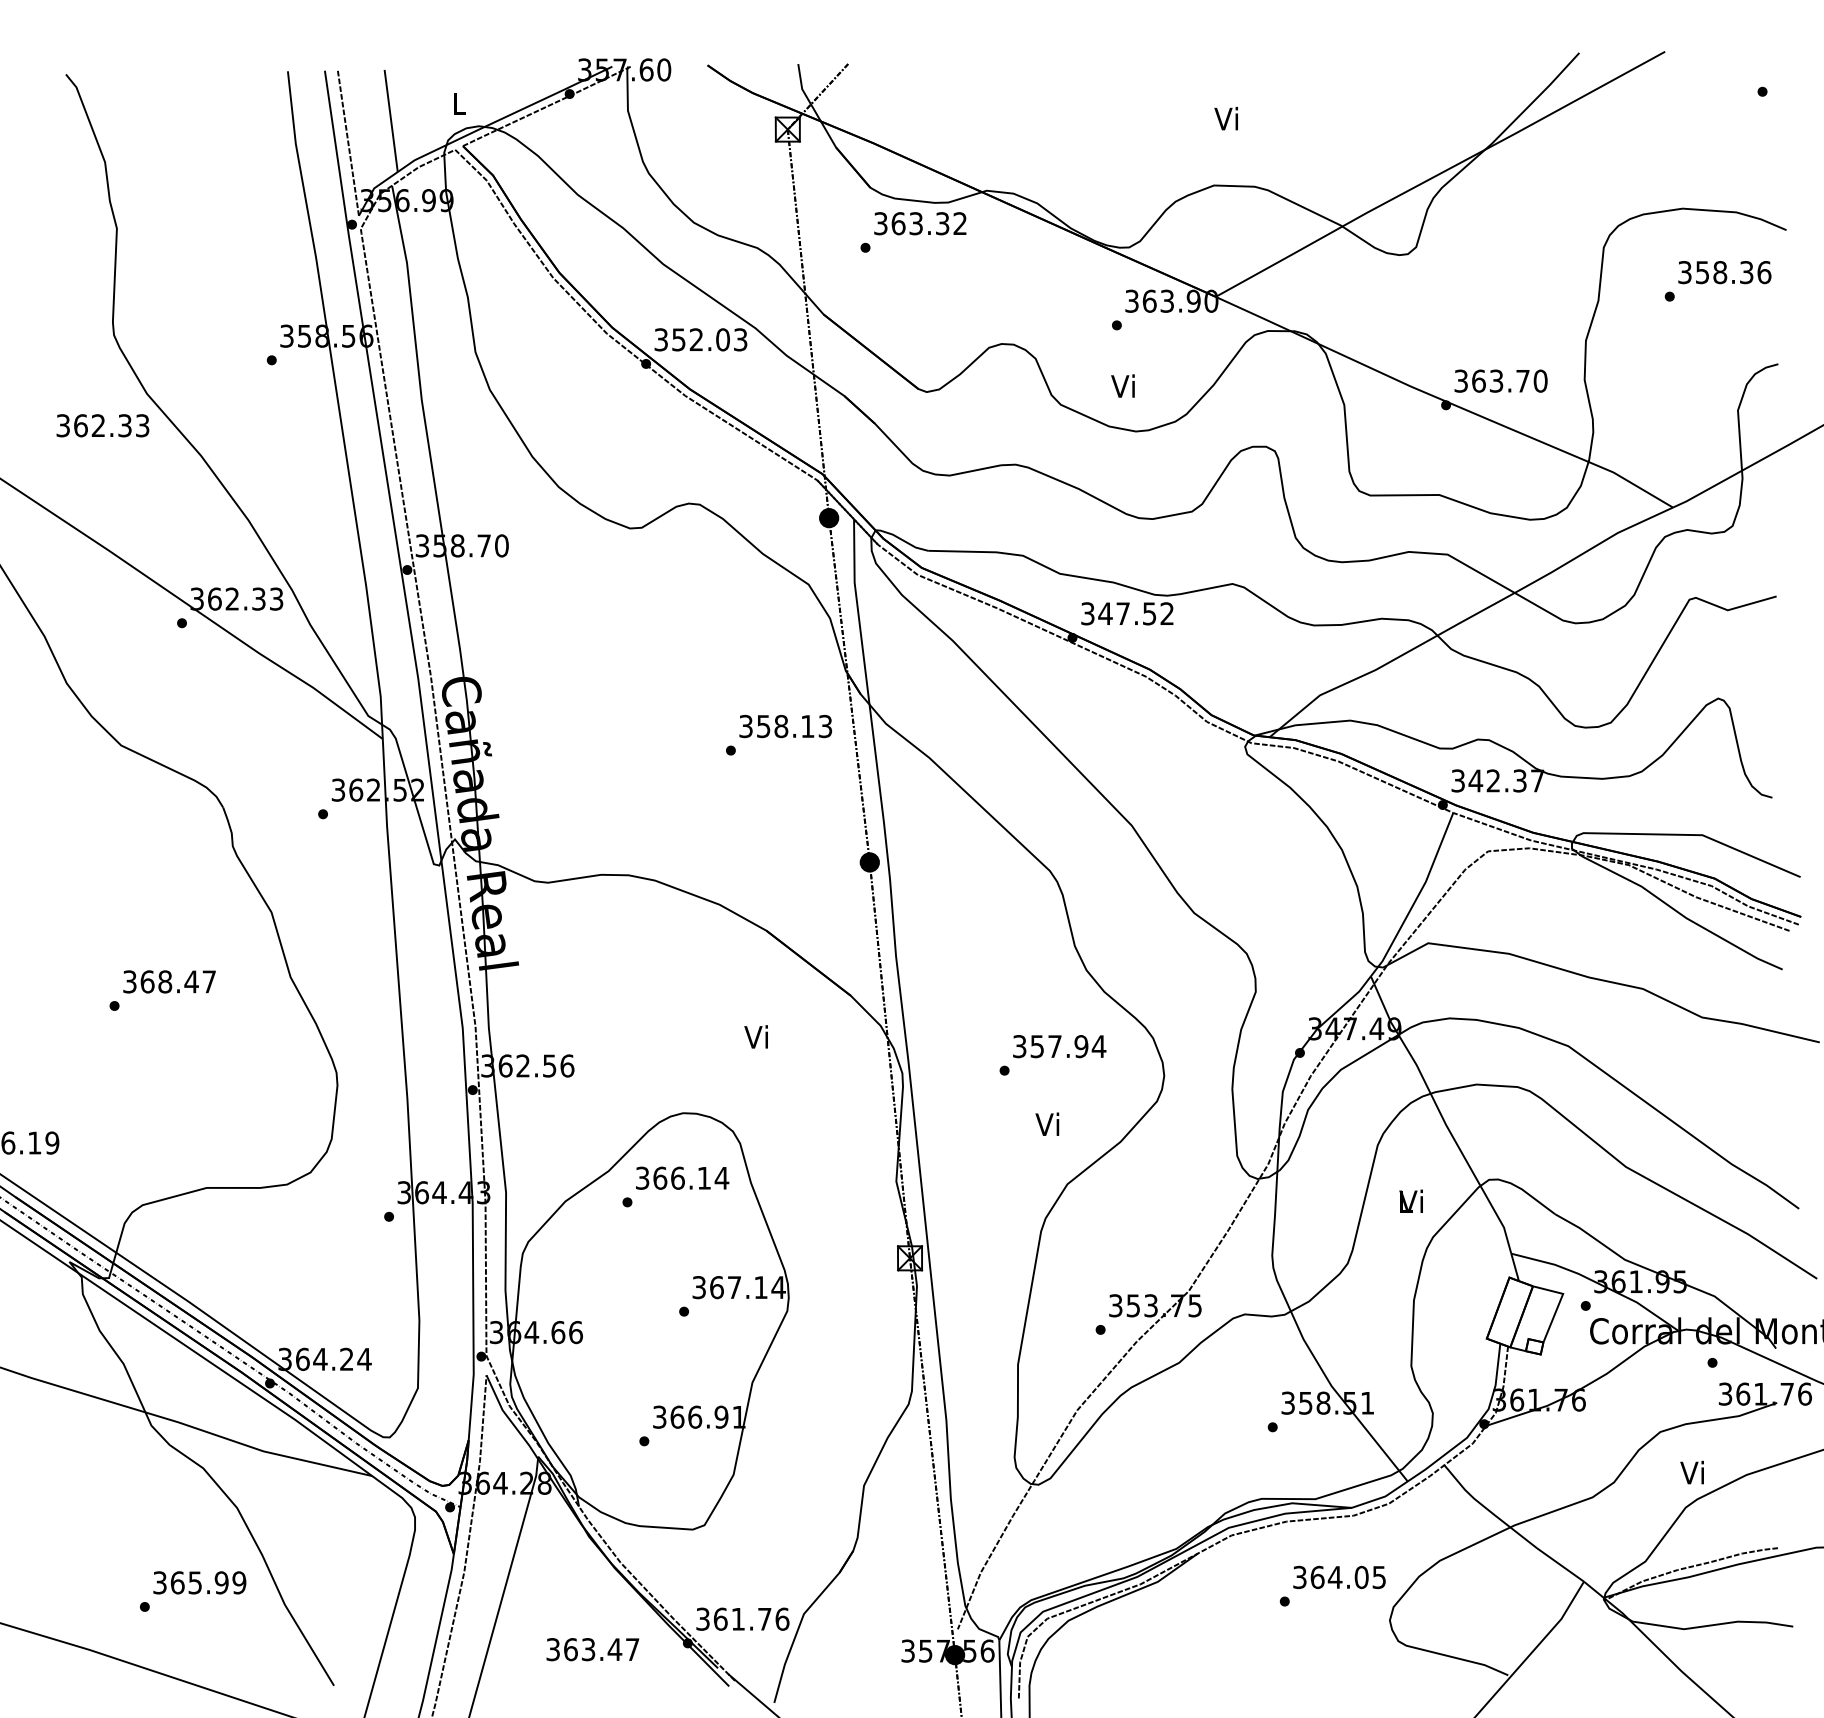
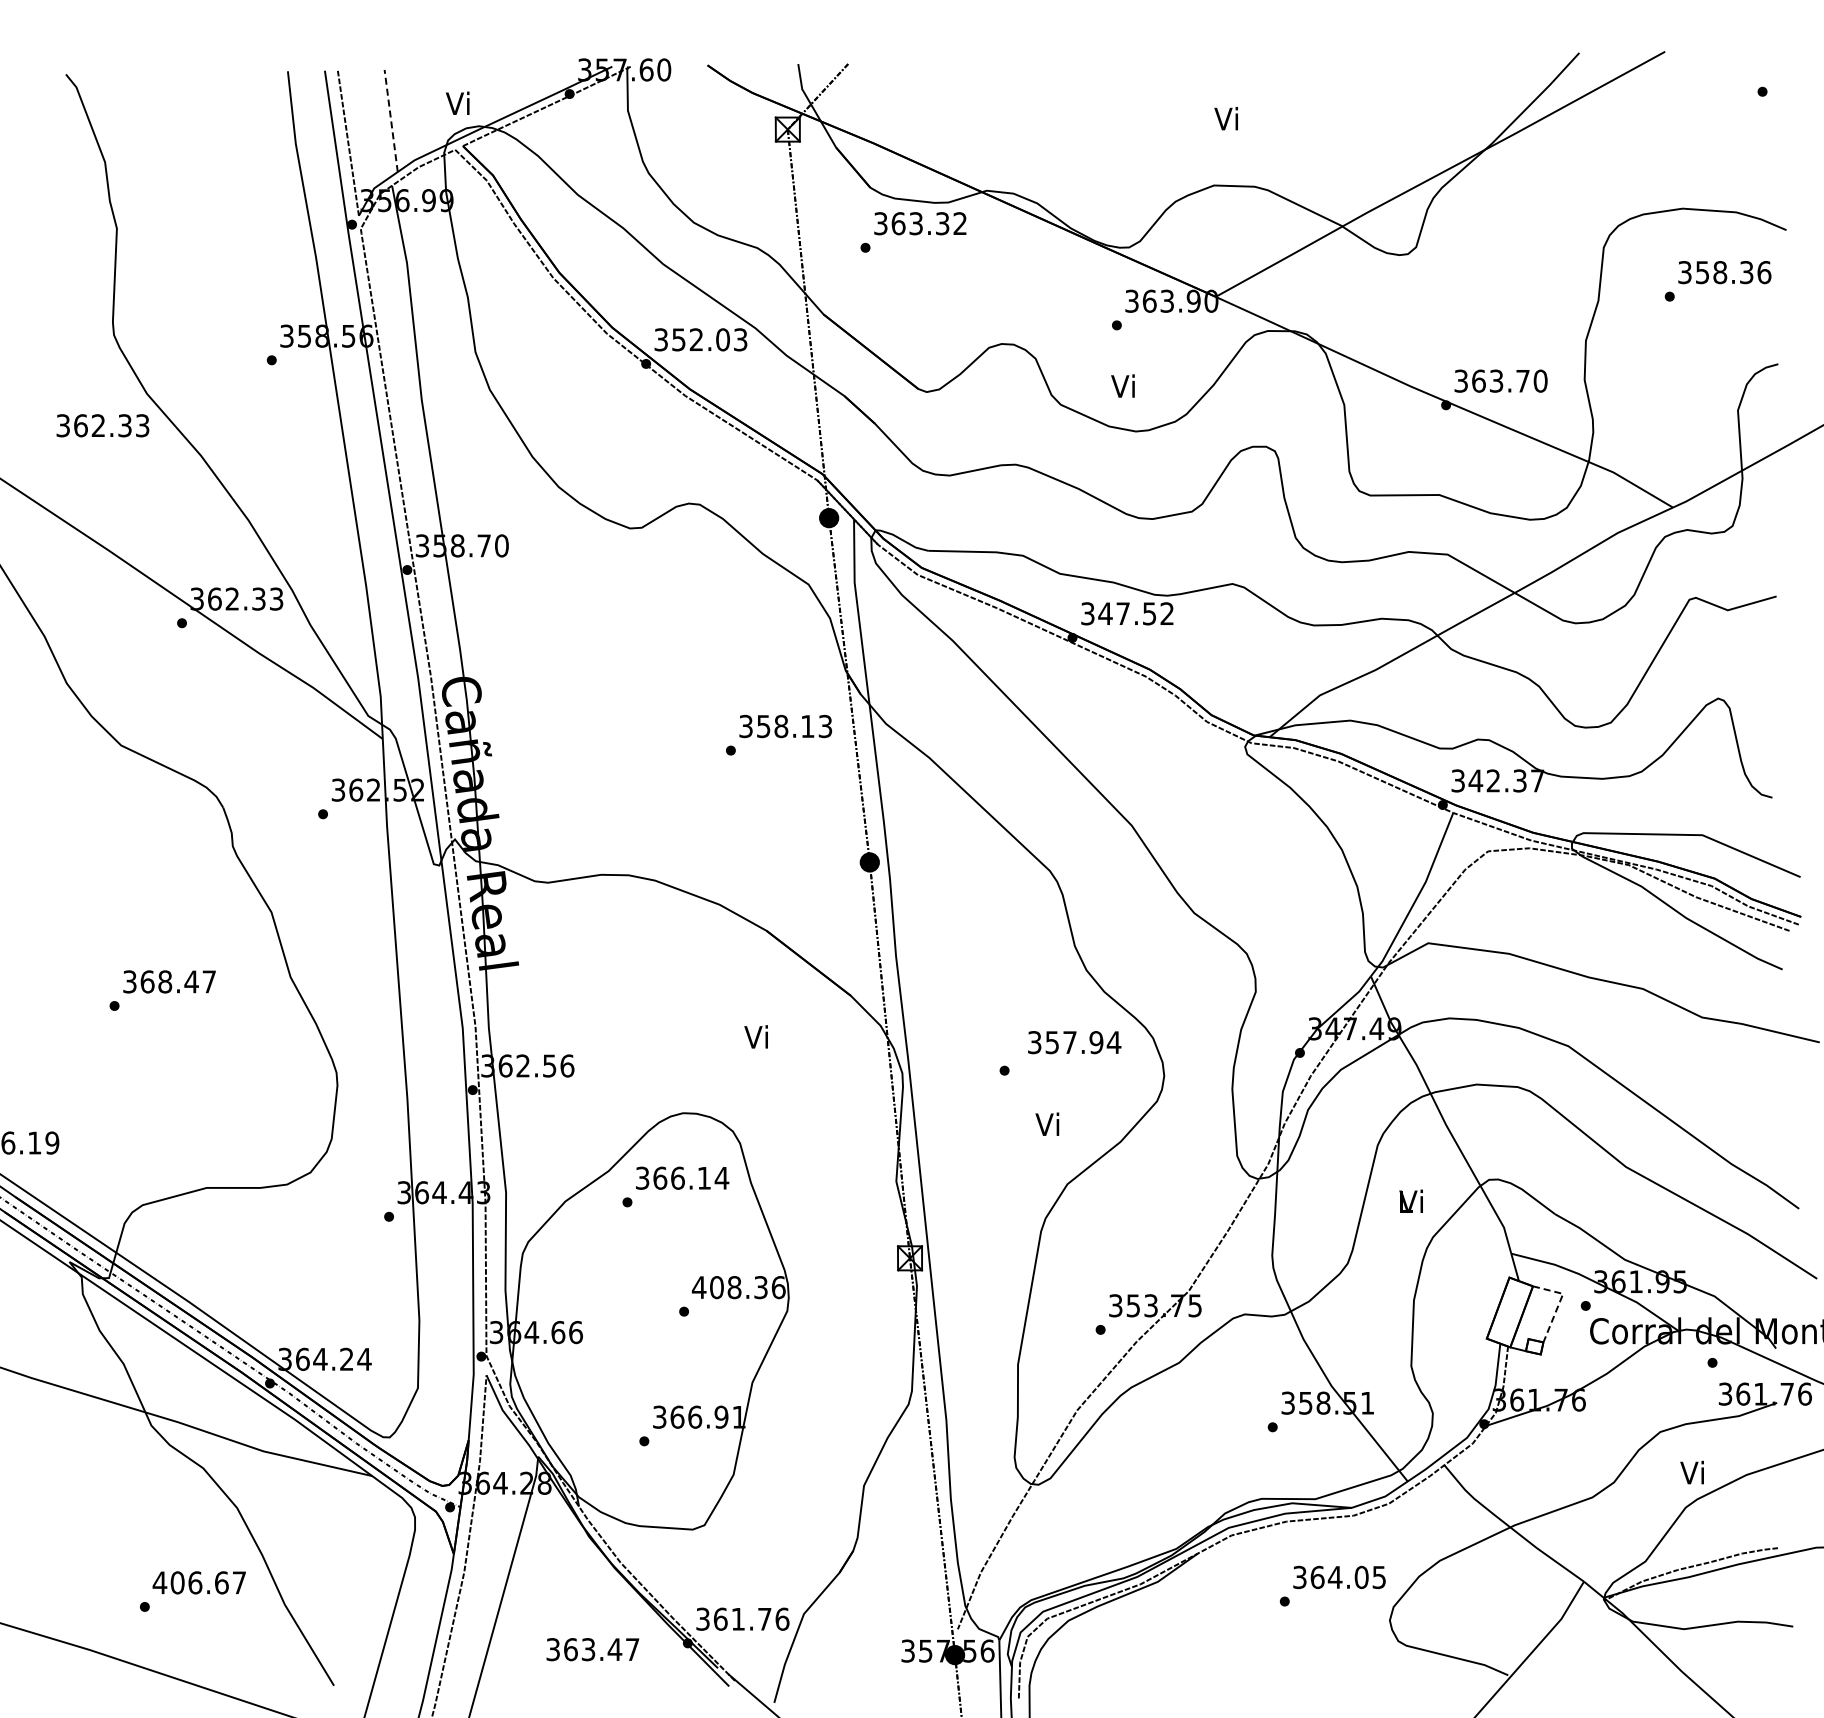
text at (457, 102): L -> Vi
line at (391, 120): solid -> dashed
text at (1059, 1046) position: (1059, 1046) -> (1074, 1042)
text at (738, 1287): 367.14 -> 408.36
line at (1559, 1303): solid -> dashed
text at (199, 1582): 365.99 -> 406.67
